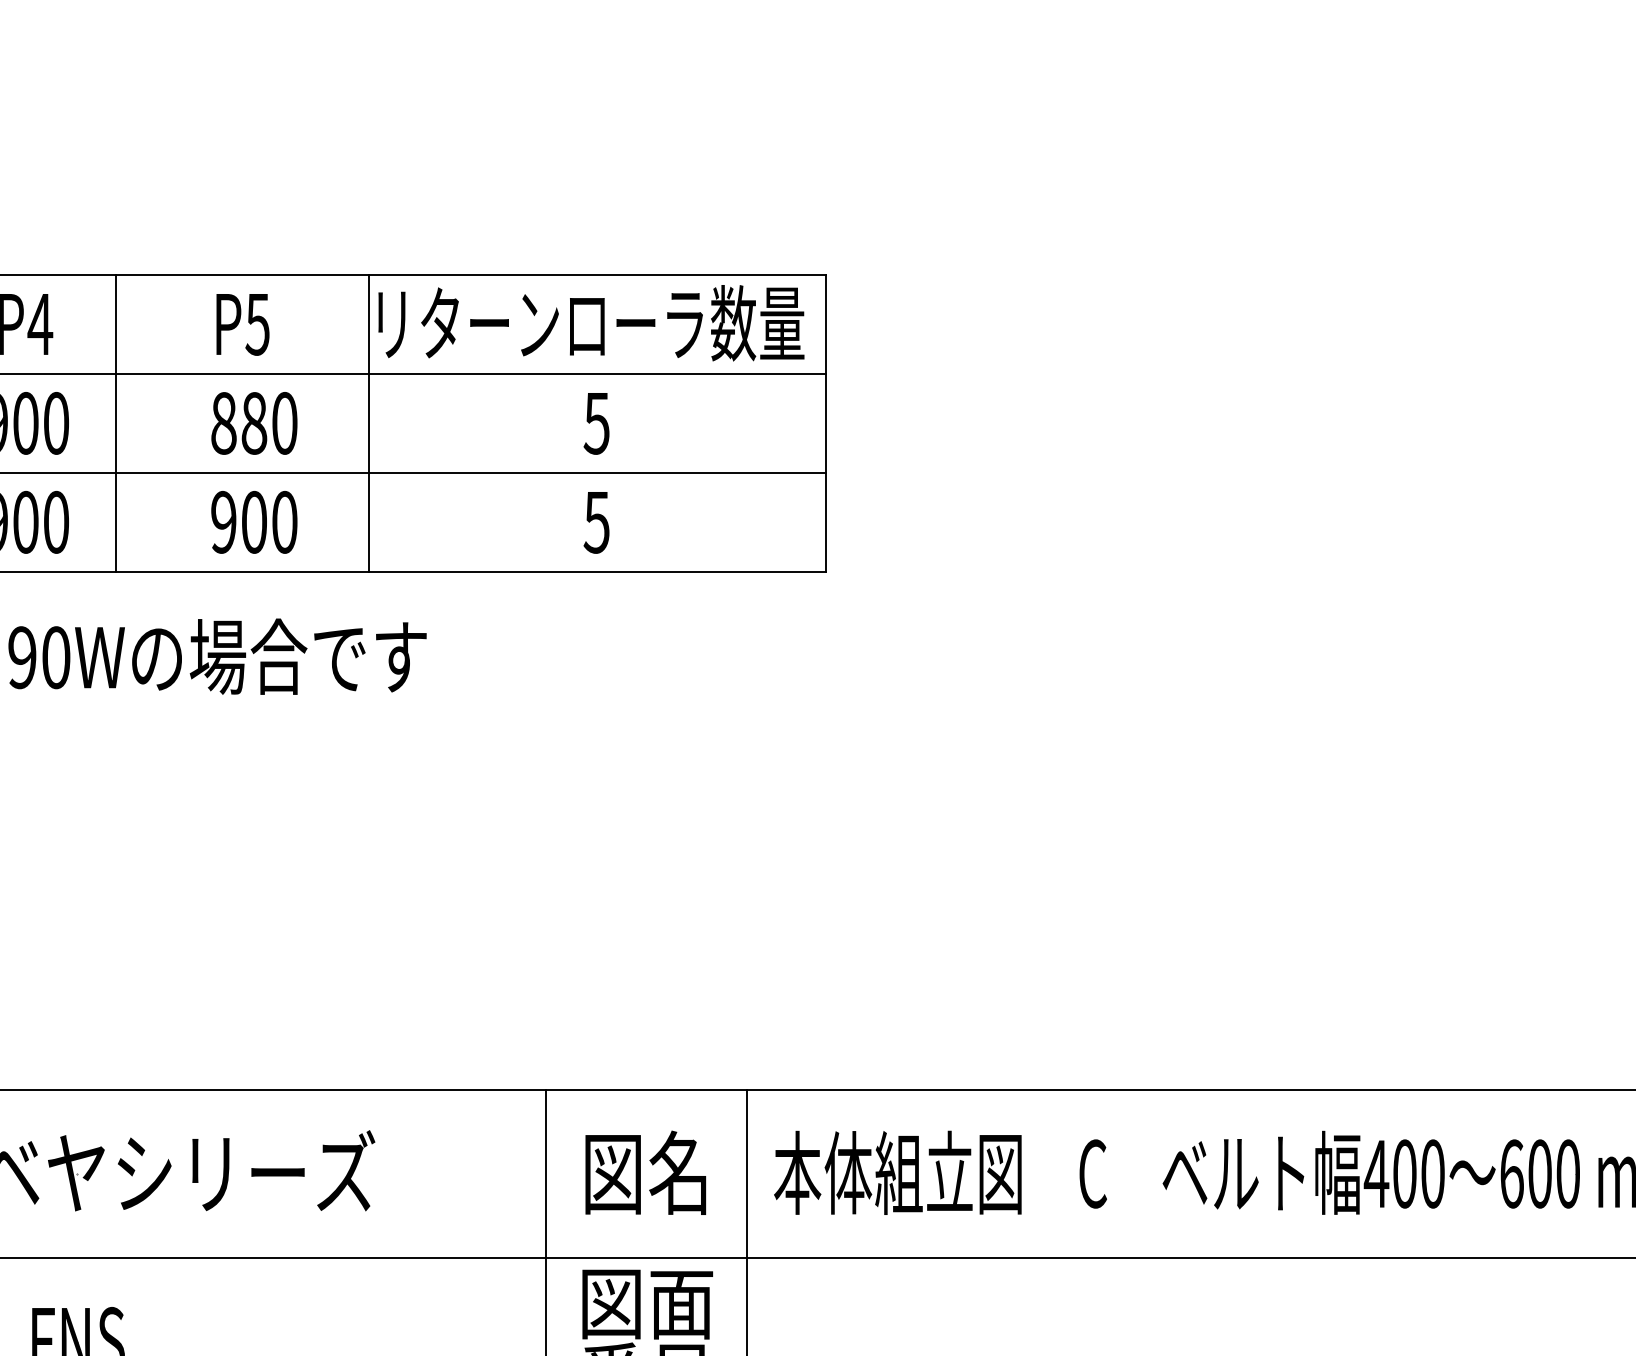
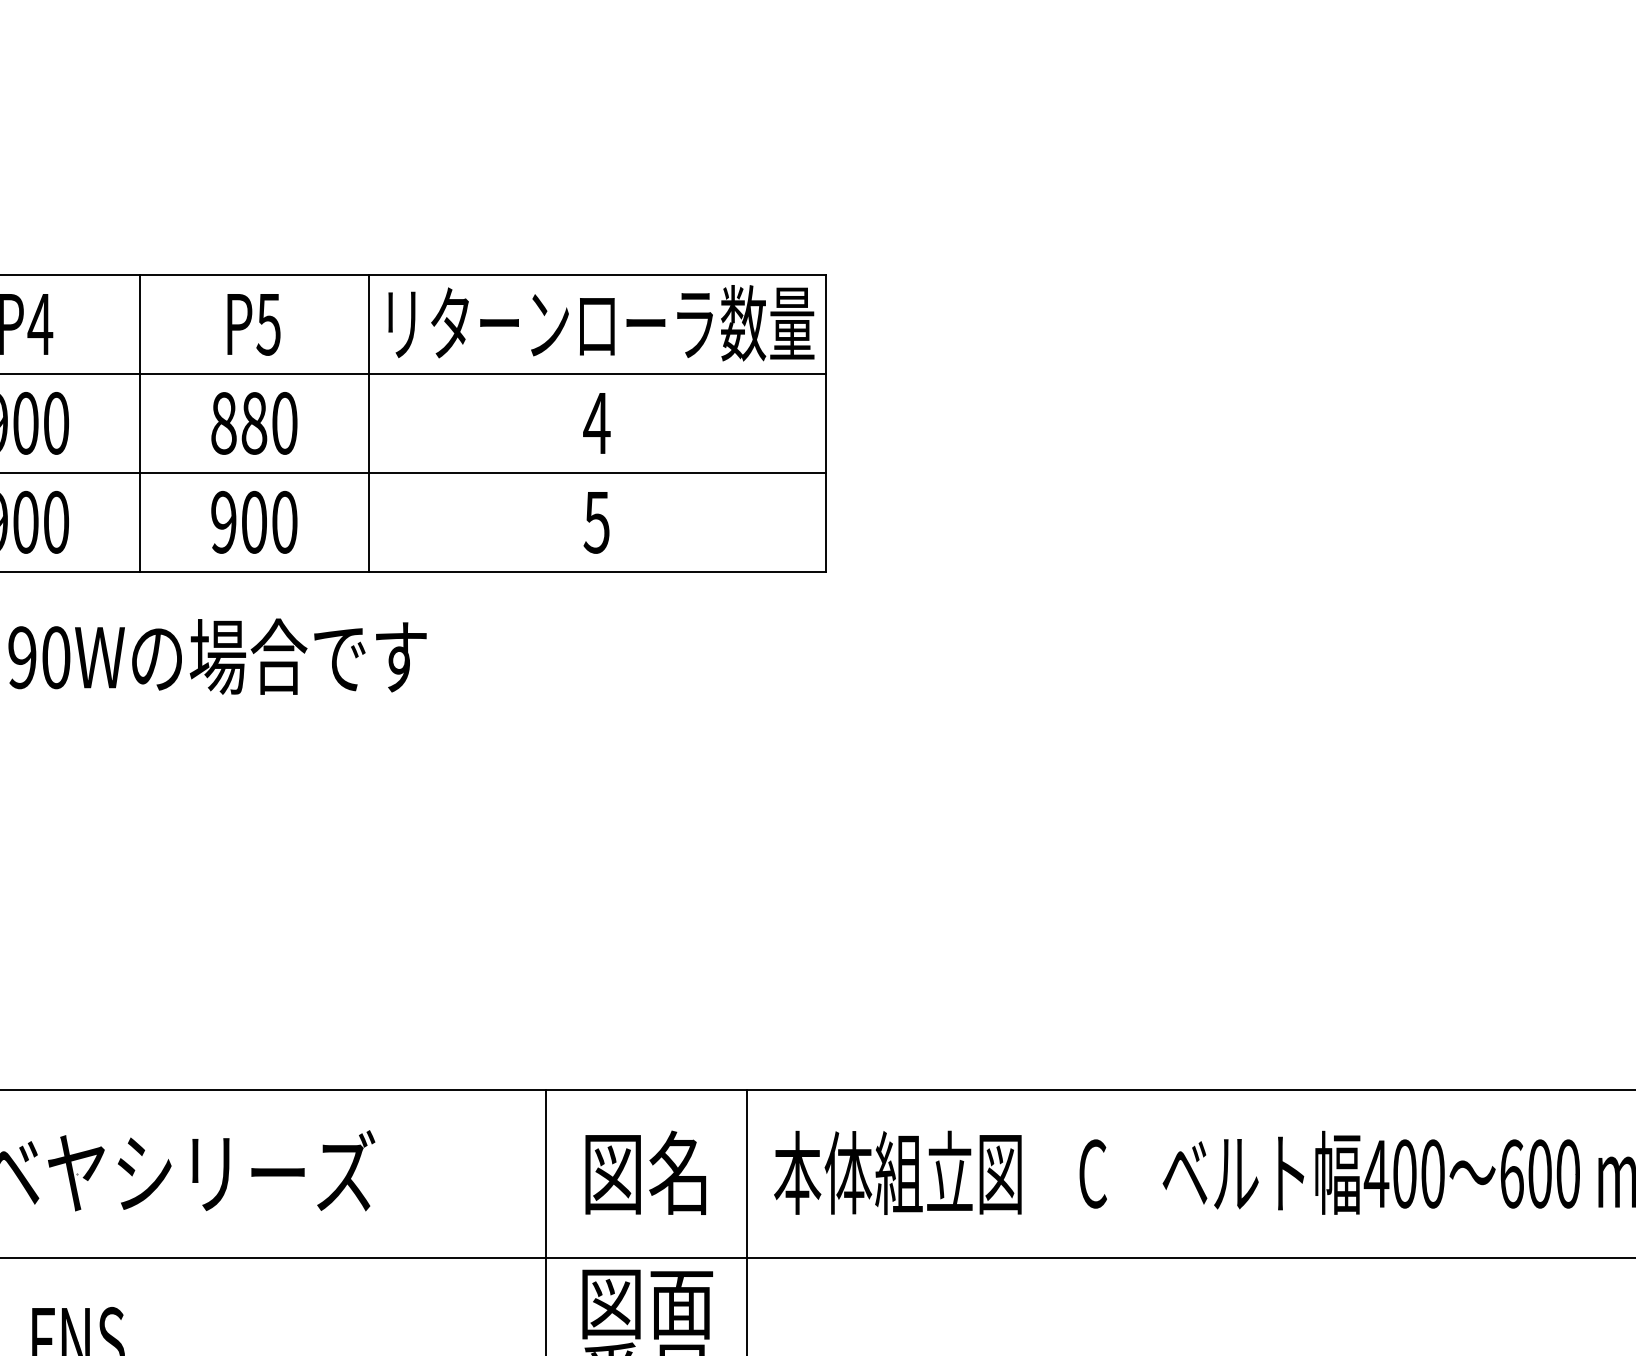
text at (591, 323) position: (591, 323) -> (601, 323)
text at (242, 324) position: (242, 324) -> (253, 324)
line at (116, 422) position: (116, 422) -> (140, 422)
text at (596, 423): 5 -> 4
